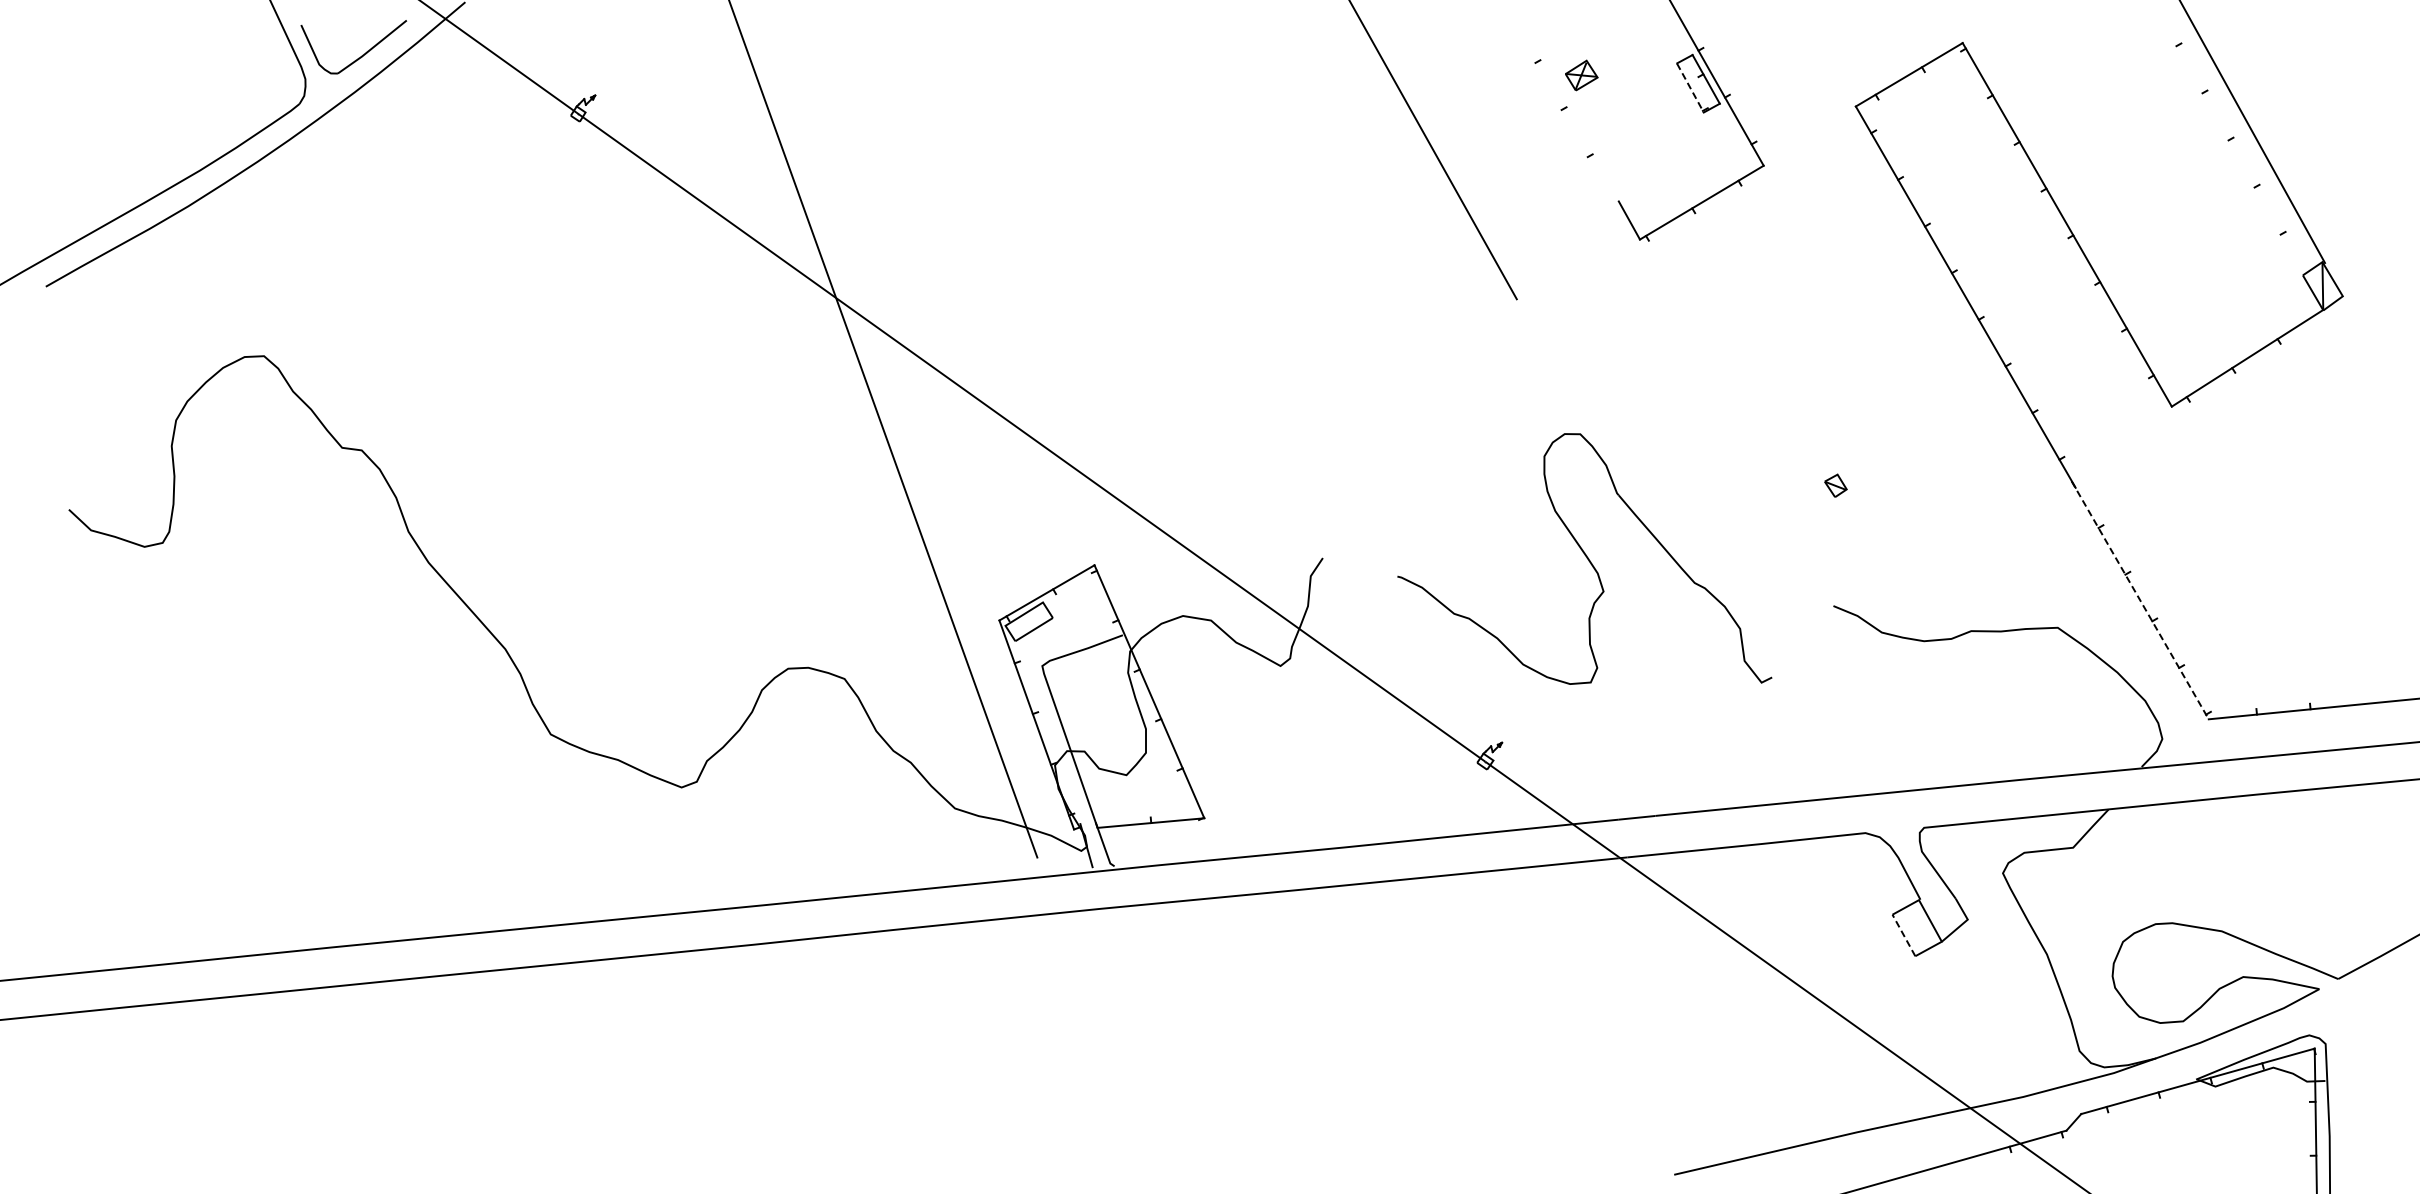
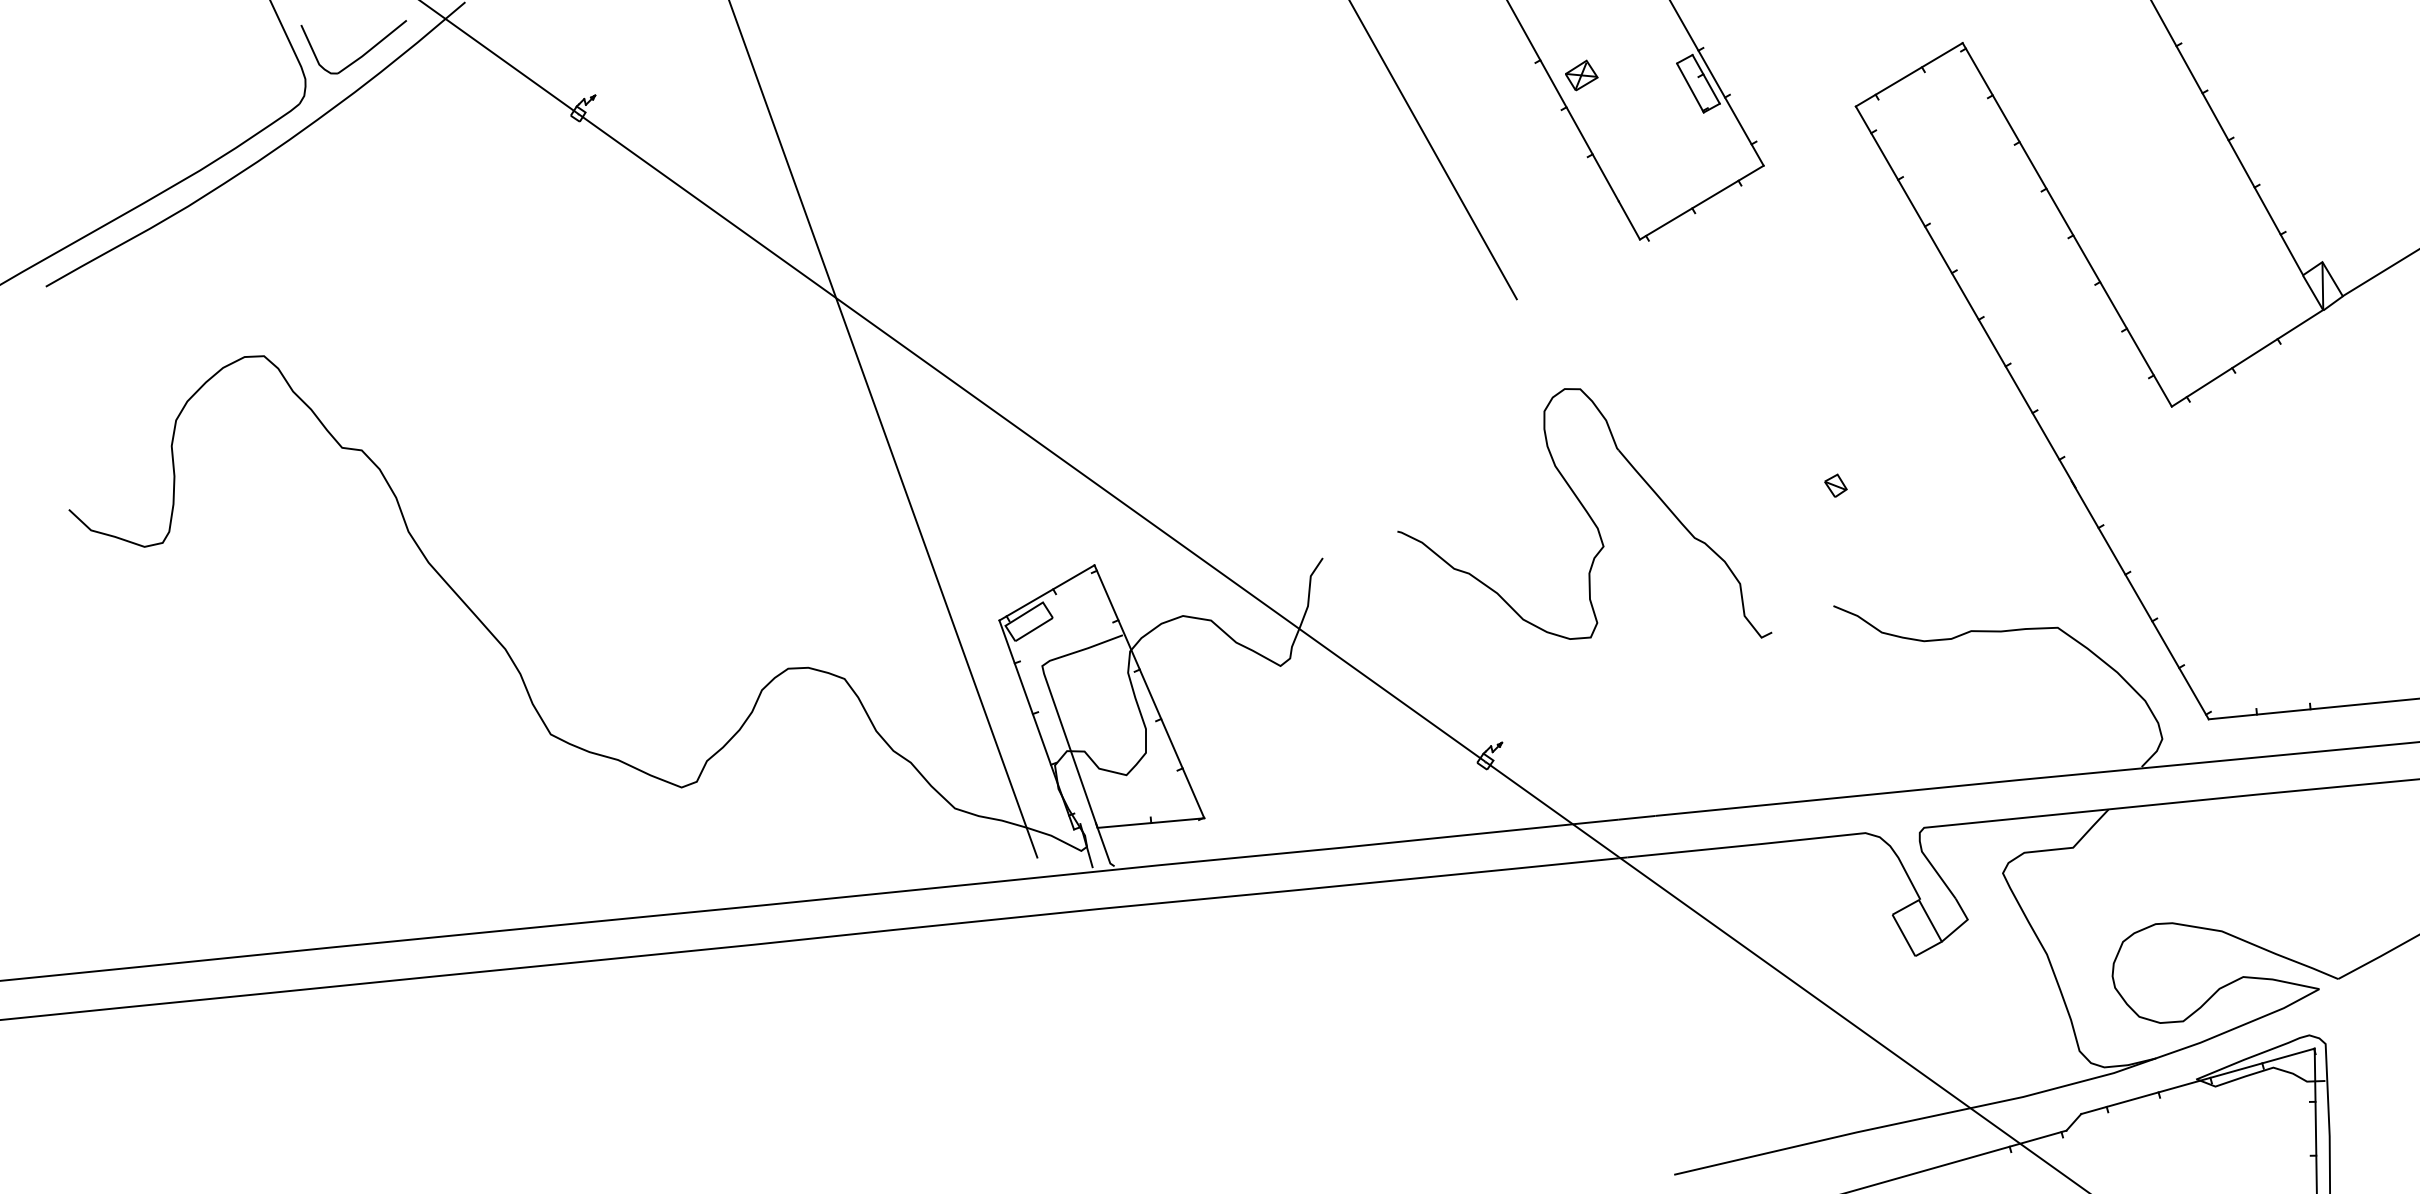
line at (1690, 88): dashed -> solid
line at (1563, 101): none -> present
line at (2252, 132) position: (2252, 132) -> (2227, 138)
line at (2379, 273): none -> present
part at (1584, 558) position: (1584, 558) -> (1584, 513)
line at (2140, 600): dashed -> solid
line at (1903, 935): dashed -> solid
